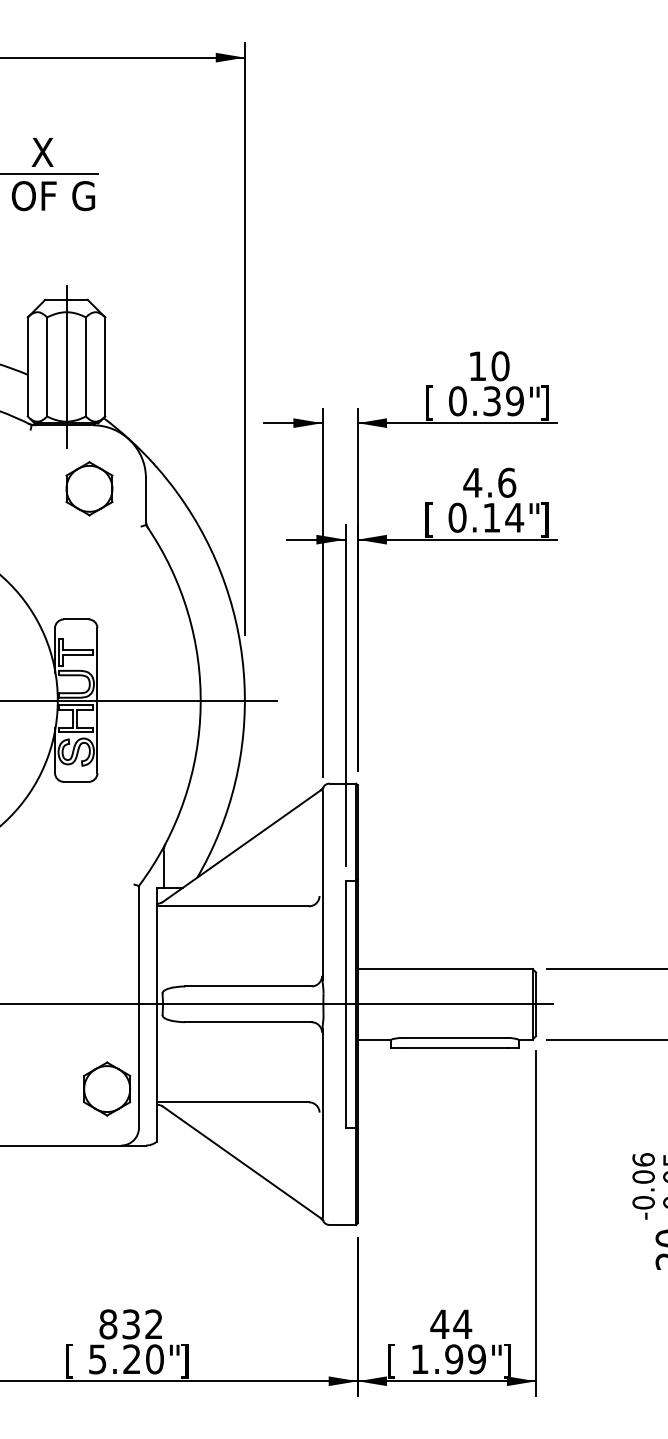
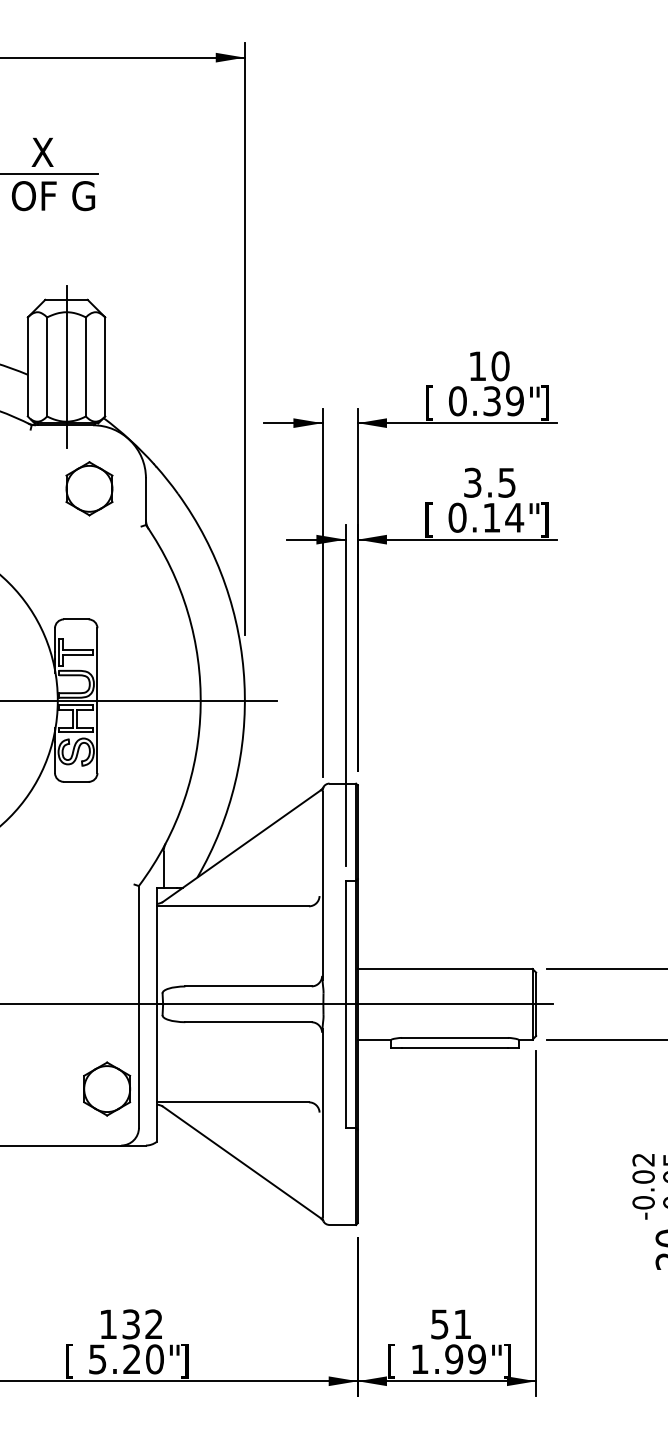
text at (489, 482): 4.6 -> 3.5
text at (643, 1159): -0.06 -> -0.02
text at (108, 1324): 832 -> 132
text at (451, 1324): 44 -> 51
